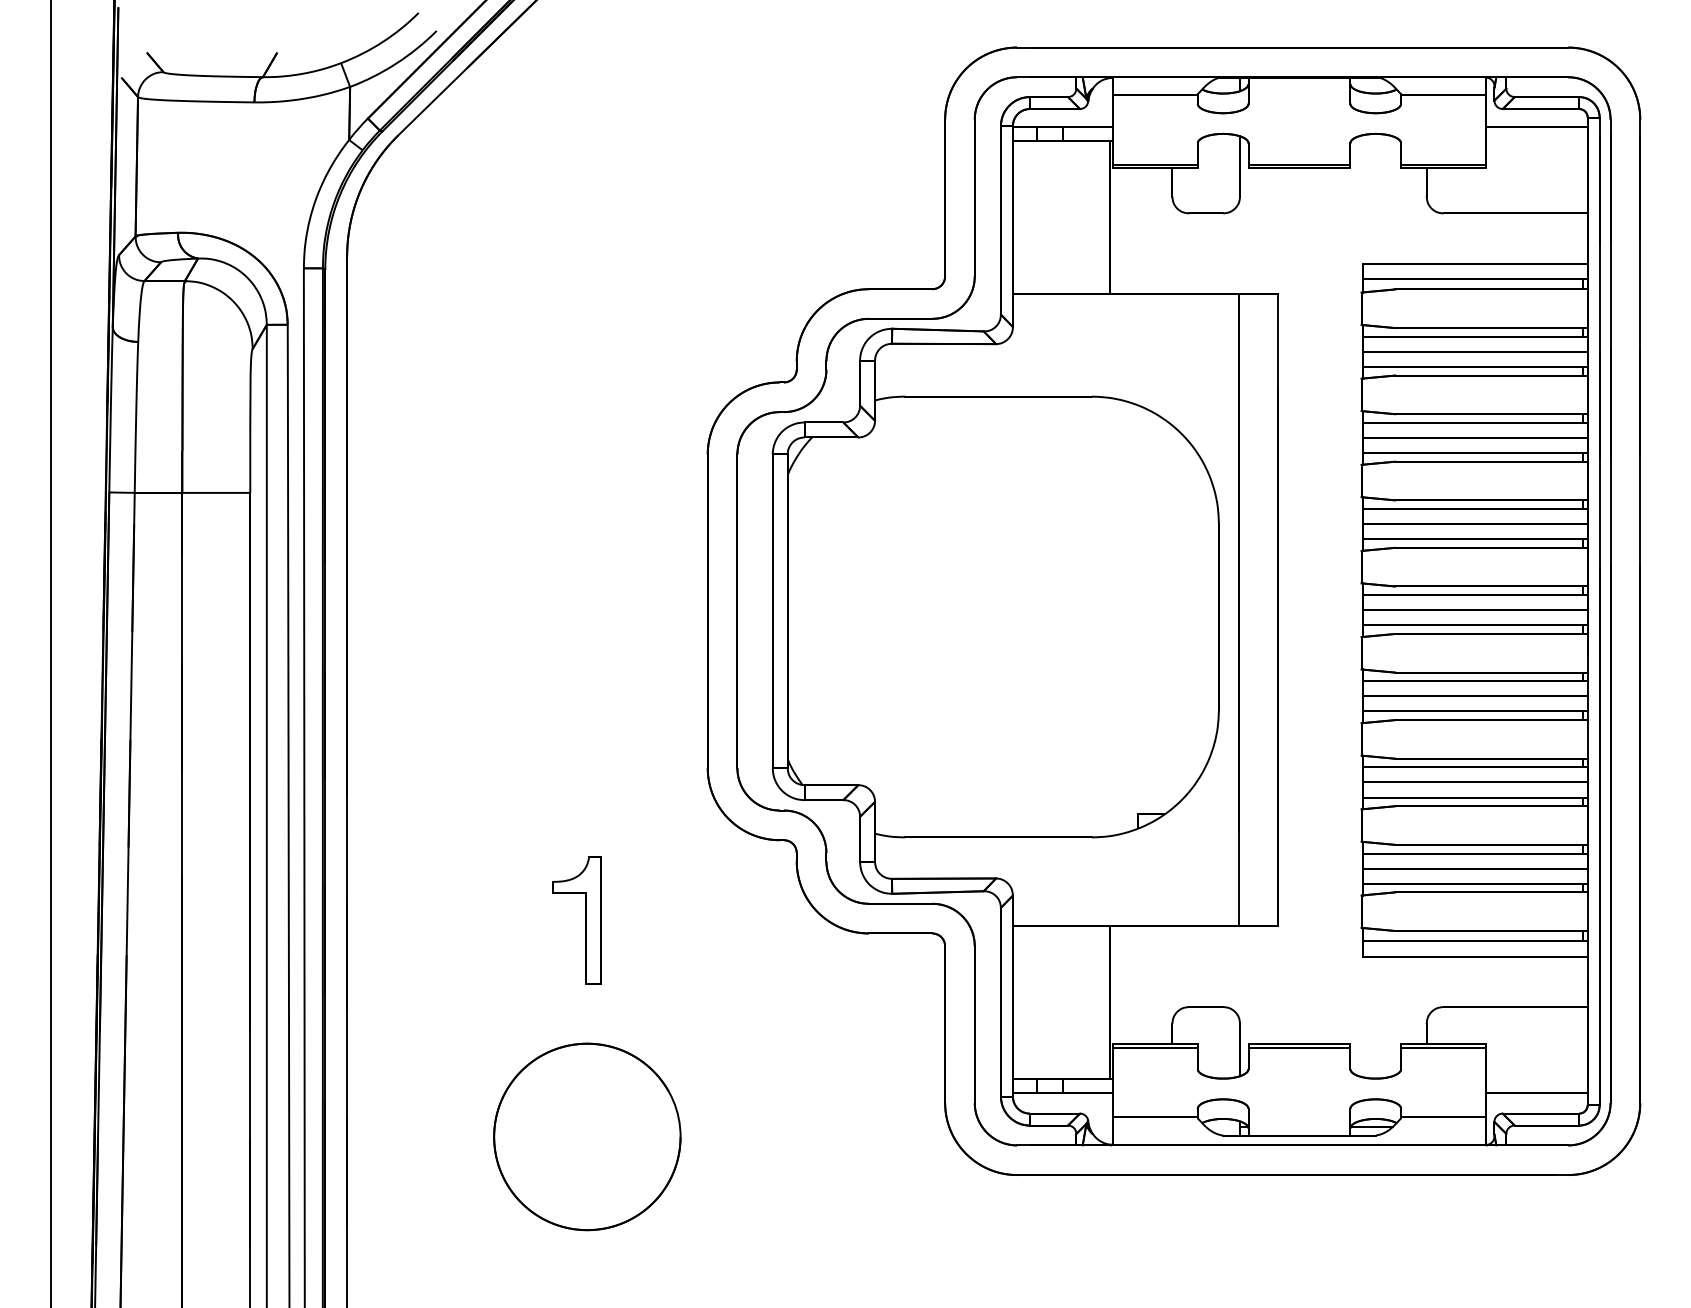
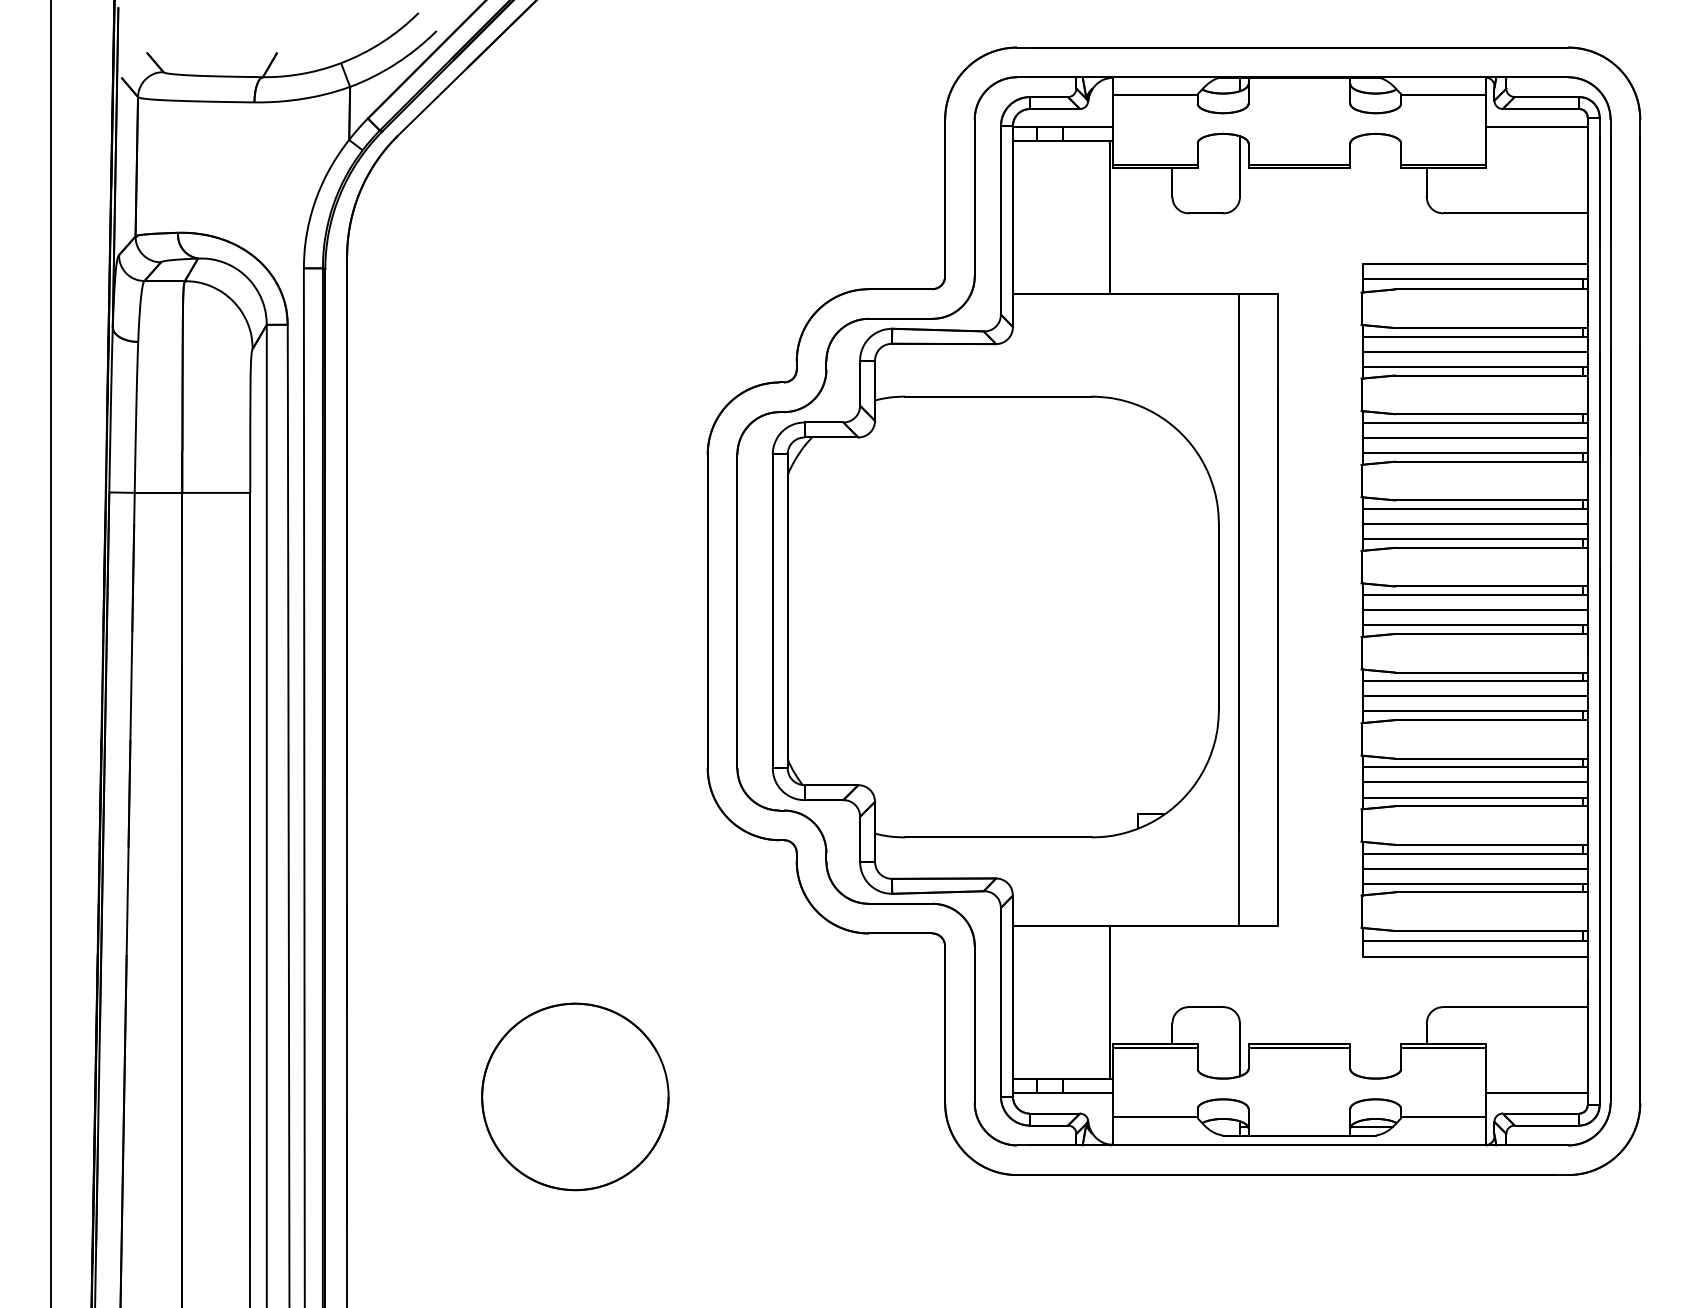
part at (585, 920): present -> none
part at (587, 1136) position: (587, 1136) -> (575, 1096)
